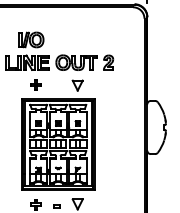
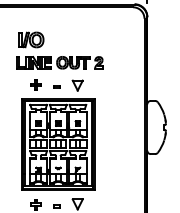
part at (59, 62) size: 110x17 px -> 88x14 px
part at (56, 86): none -> present
